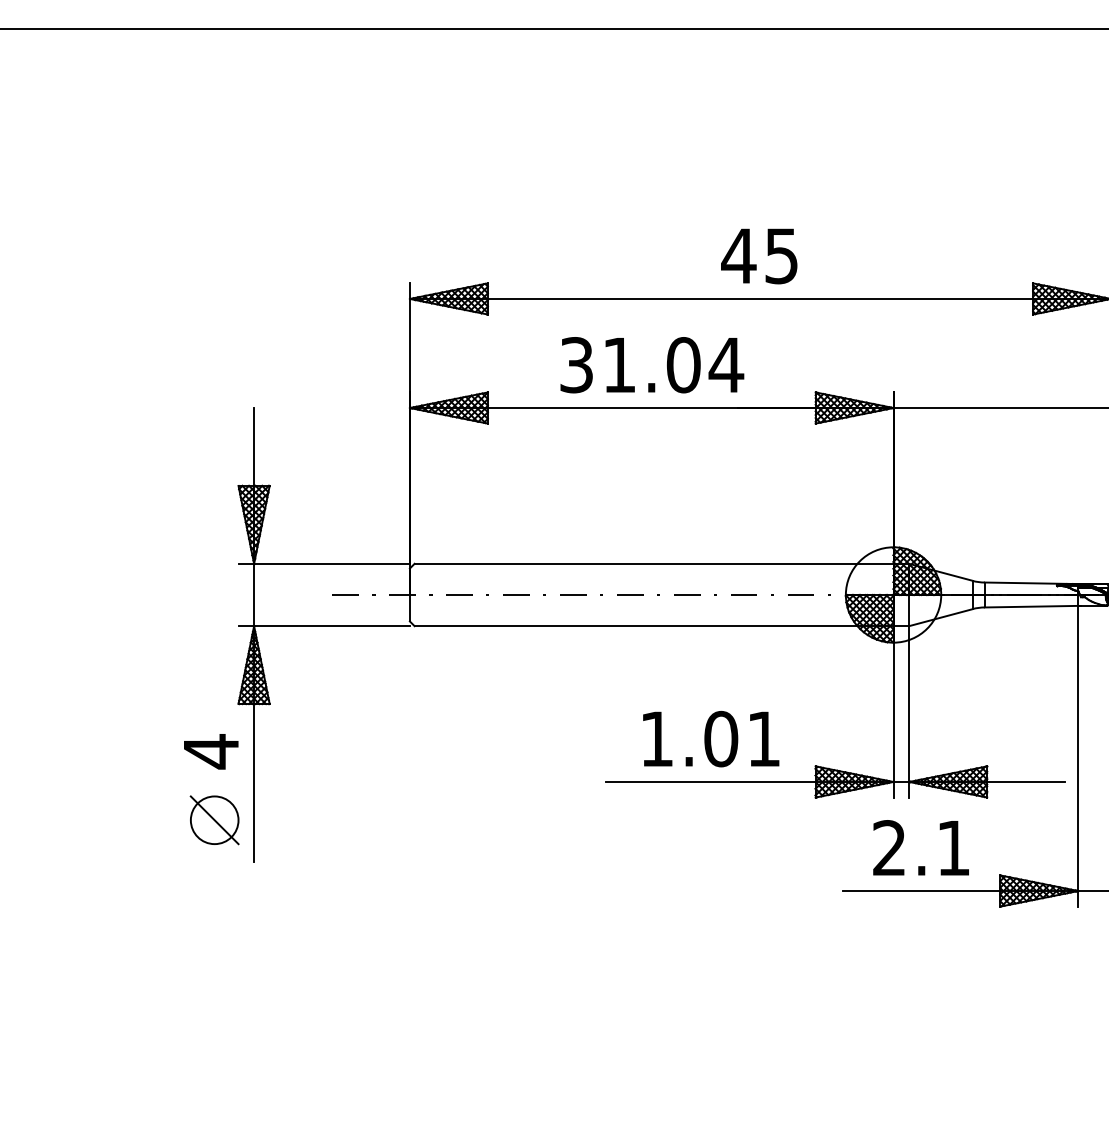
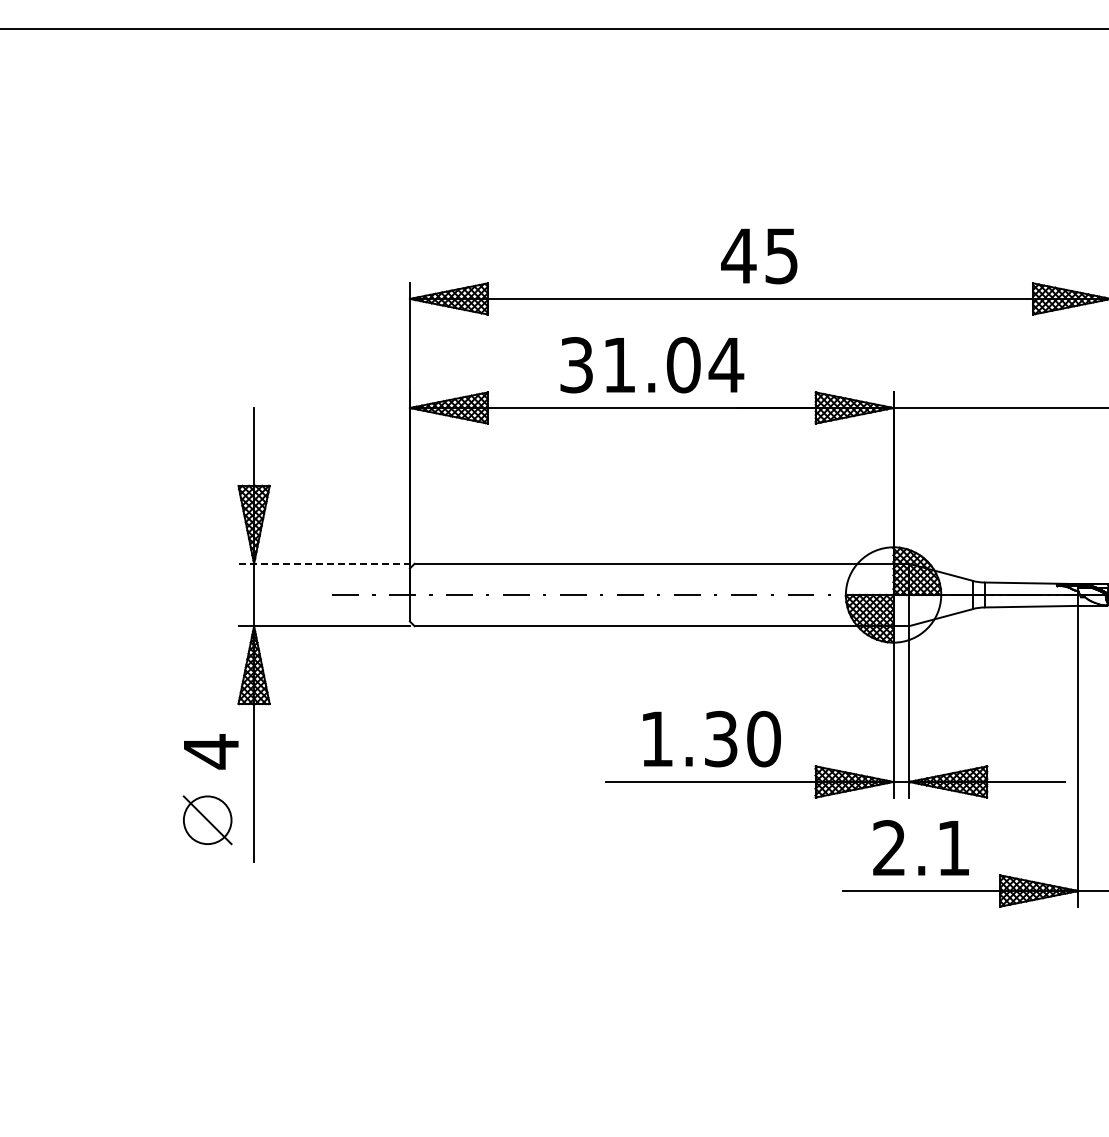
line at (324, 563): solid -> dashed
text at (742, 738): 1.01 -> 1.30
part at (214, 820) position: (214, 820) -> (207, 820)
